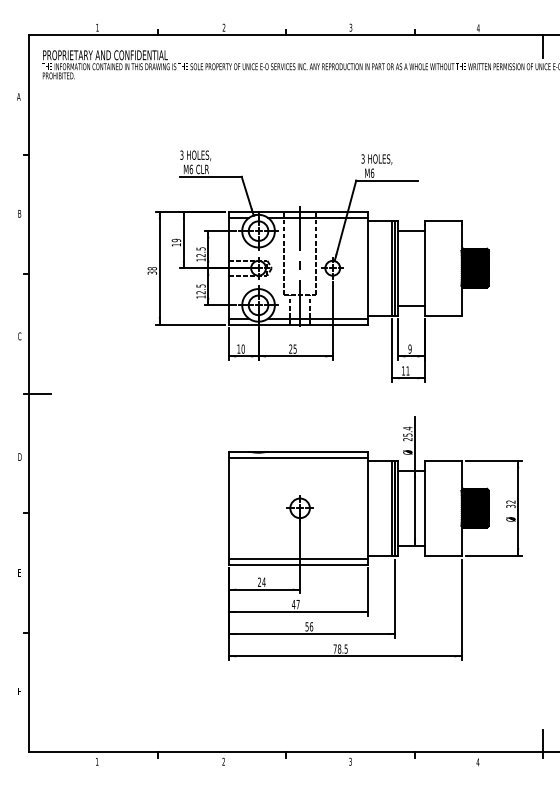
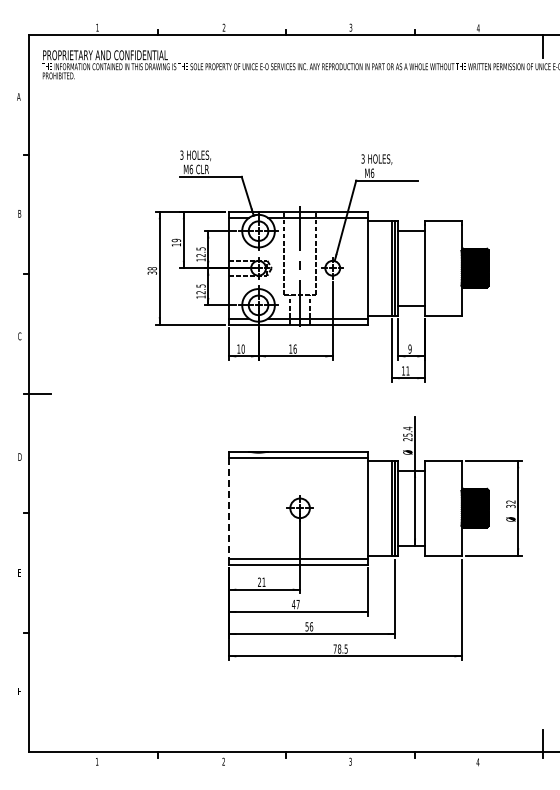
text at (292, 348): 25 -> 16
line at (228, 508): solid -> dashed
text at (263, 581): 24 -> 21
